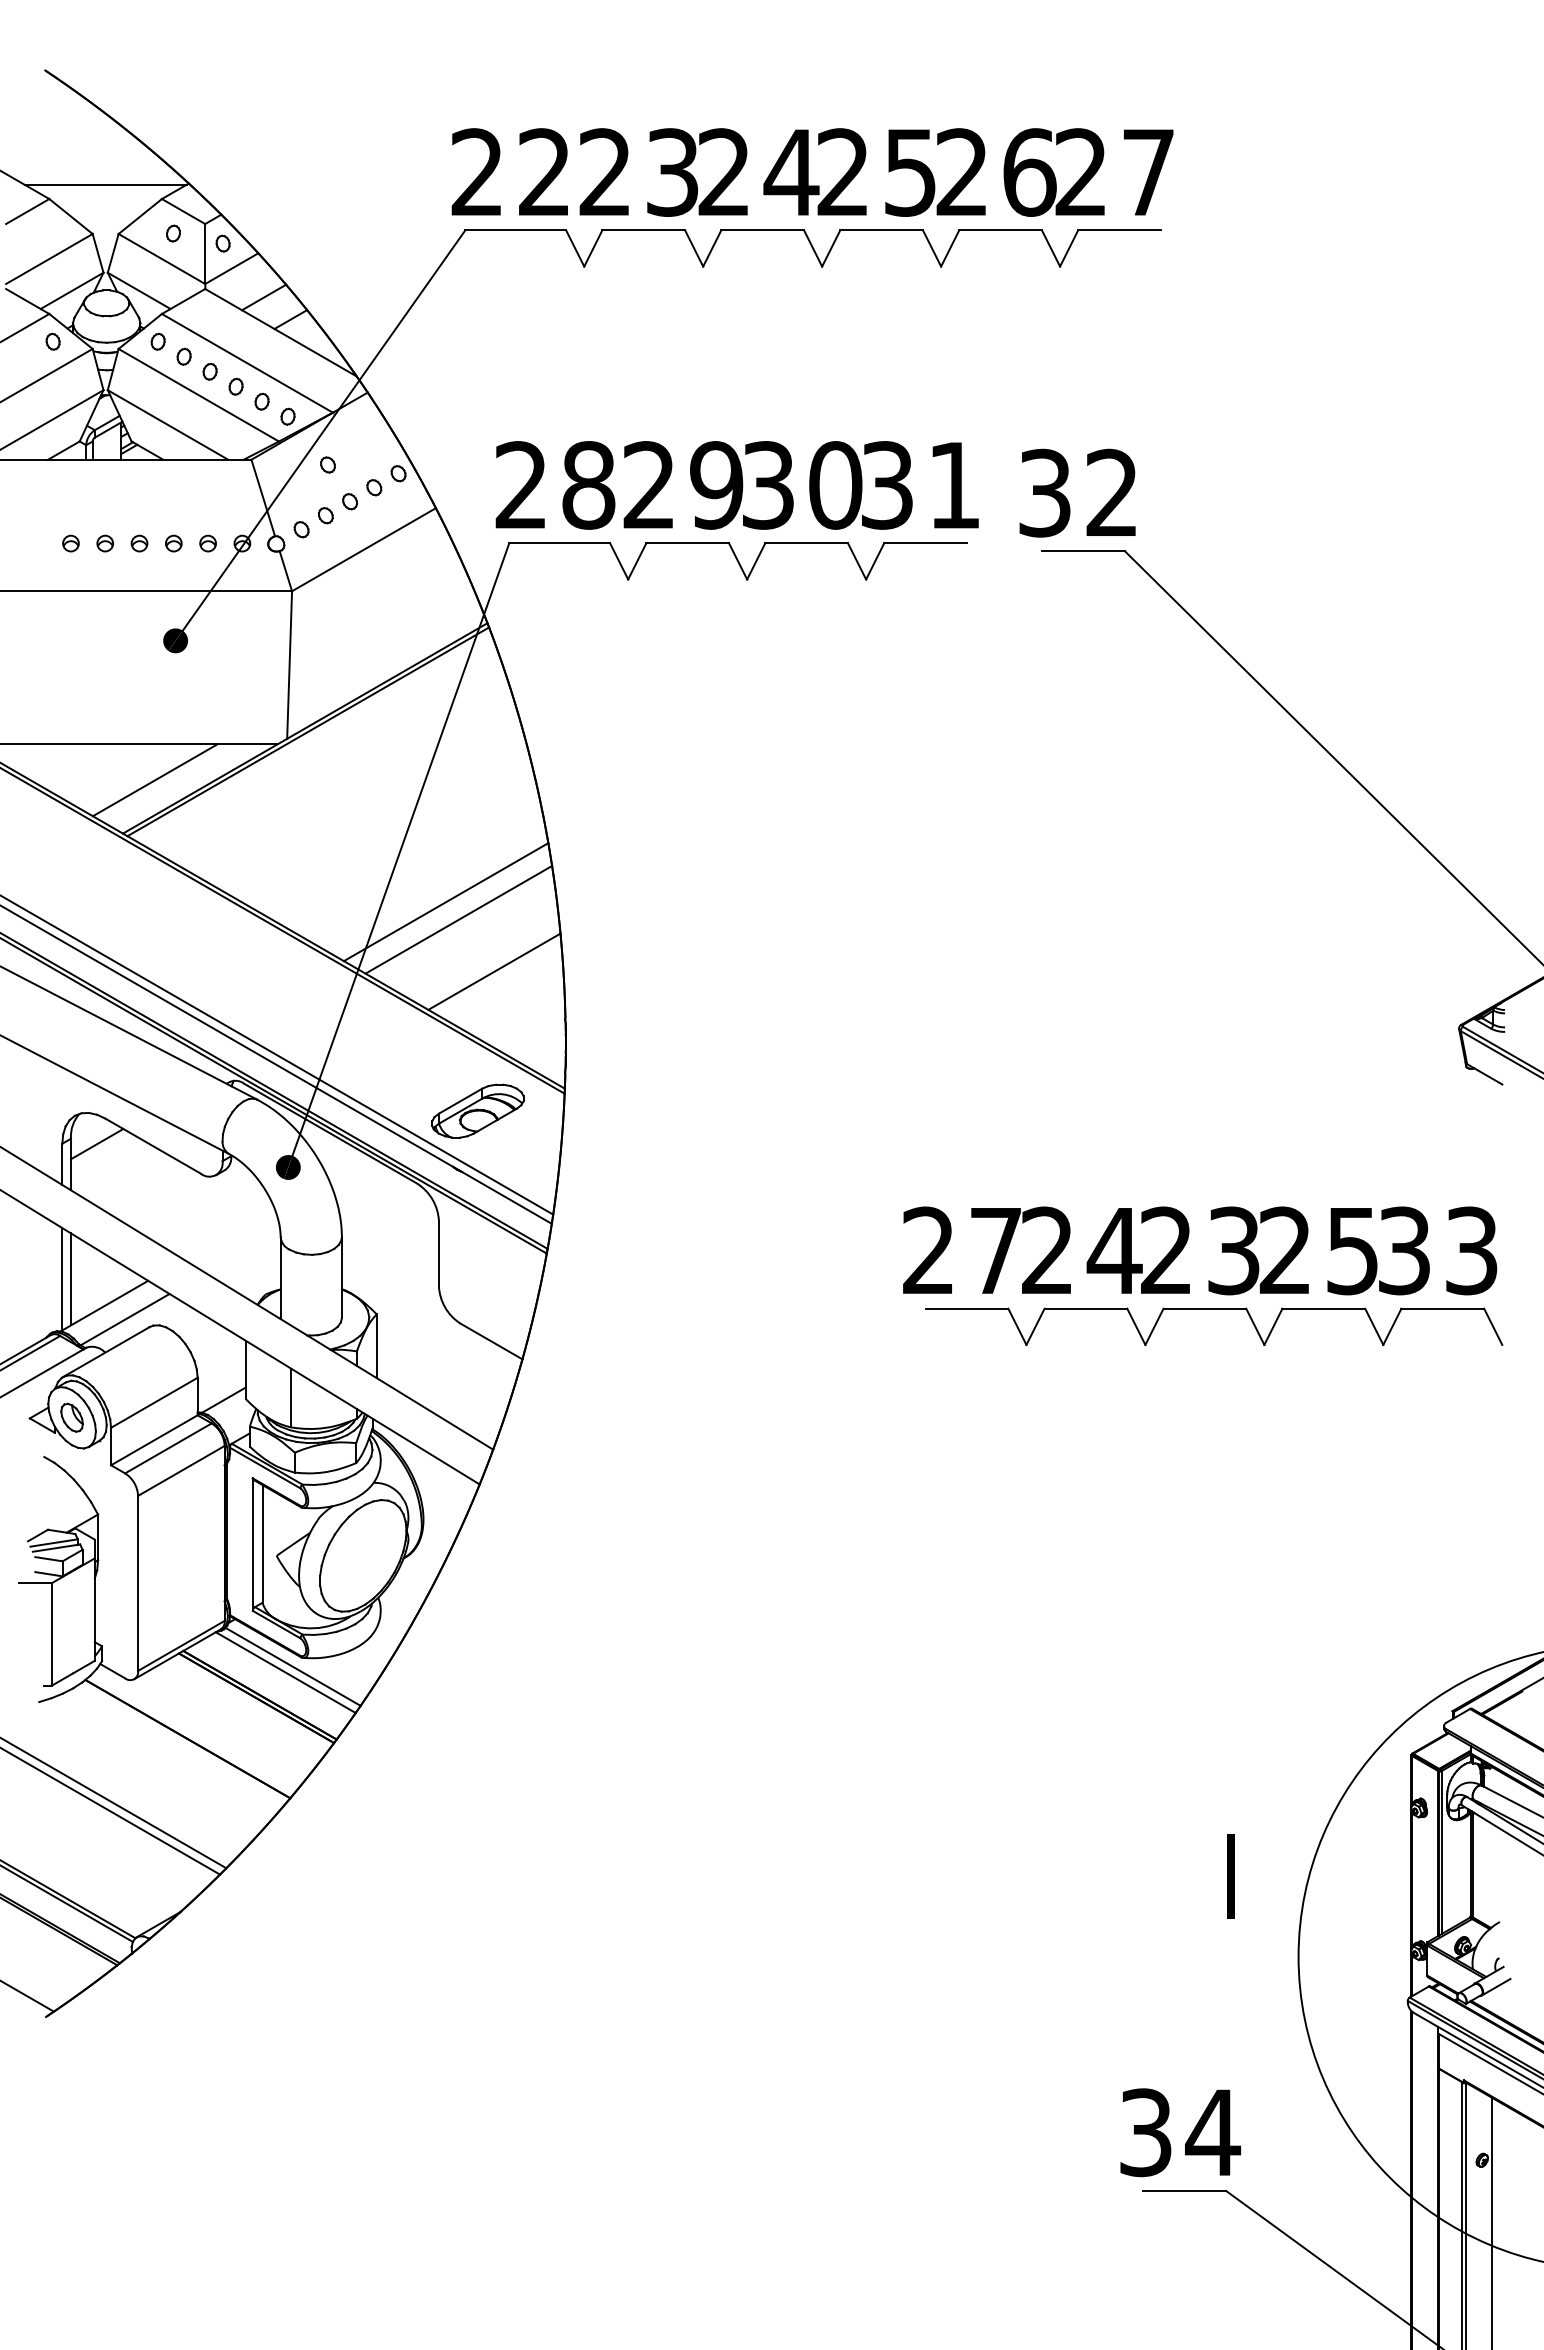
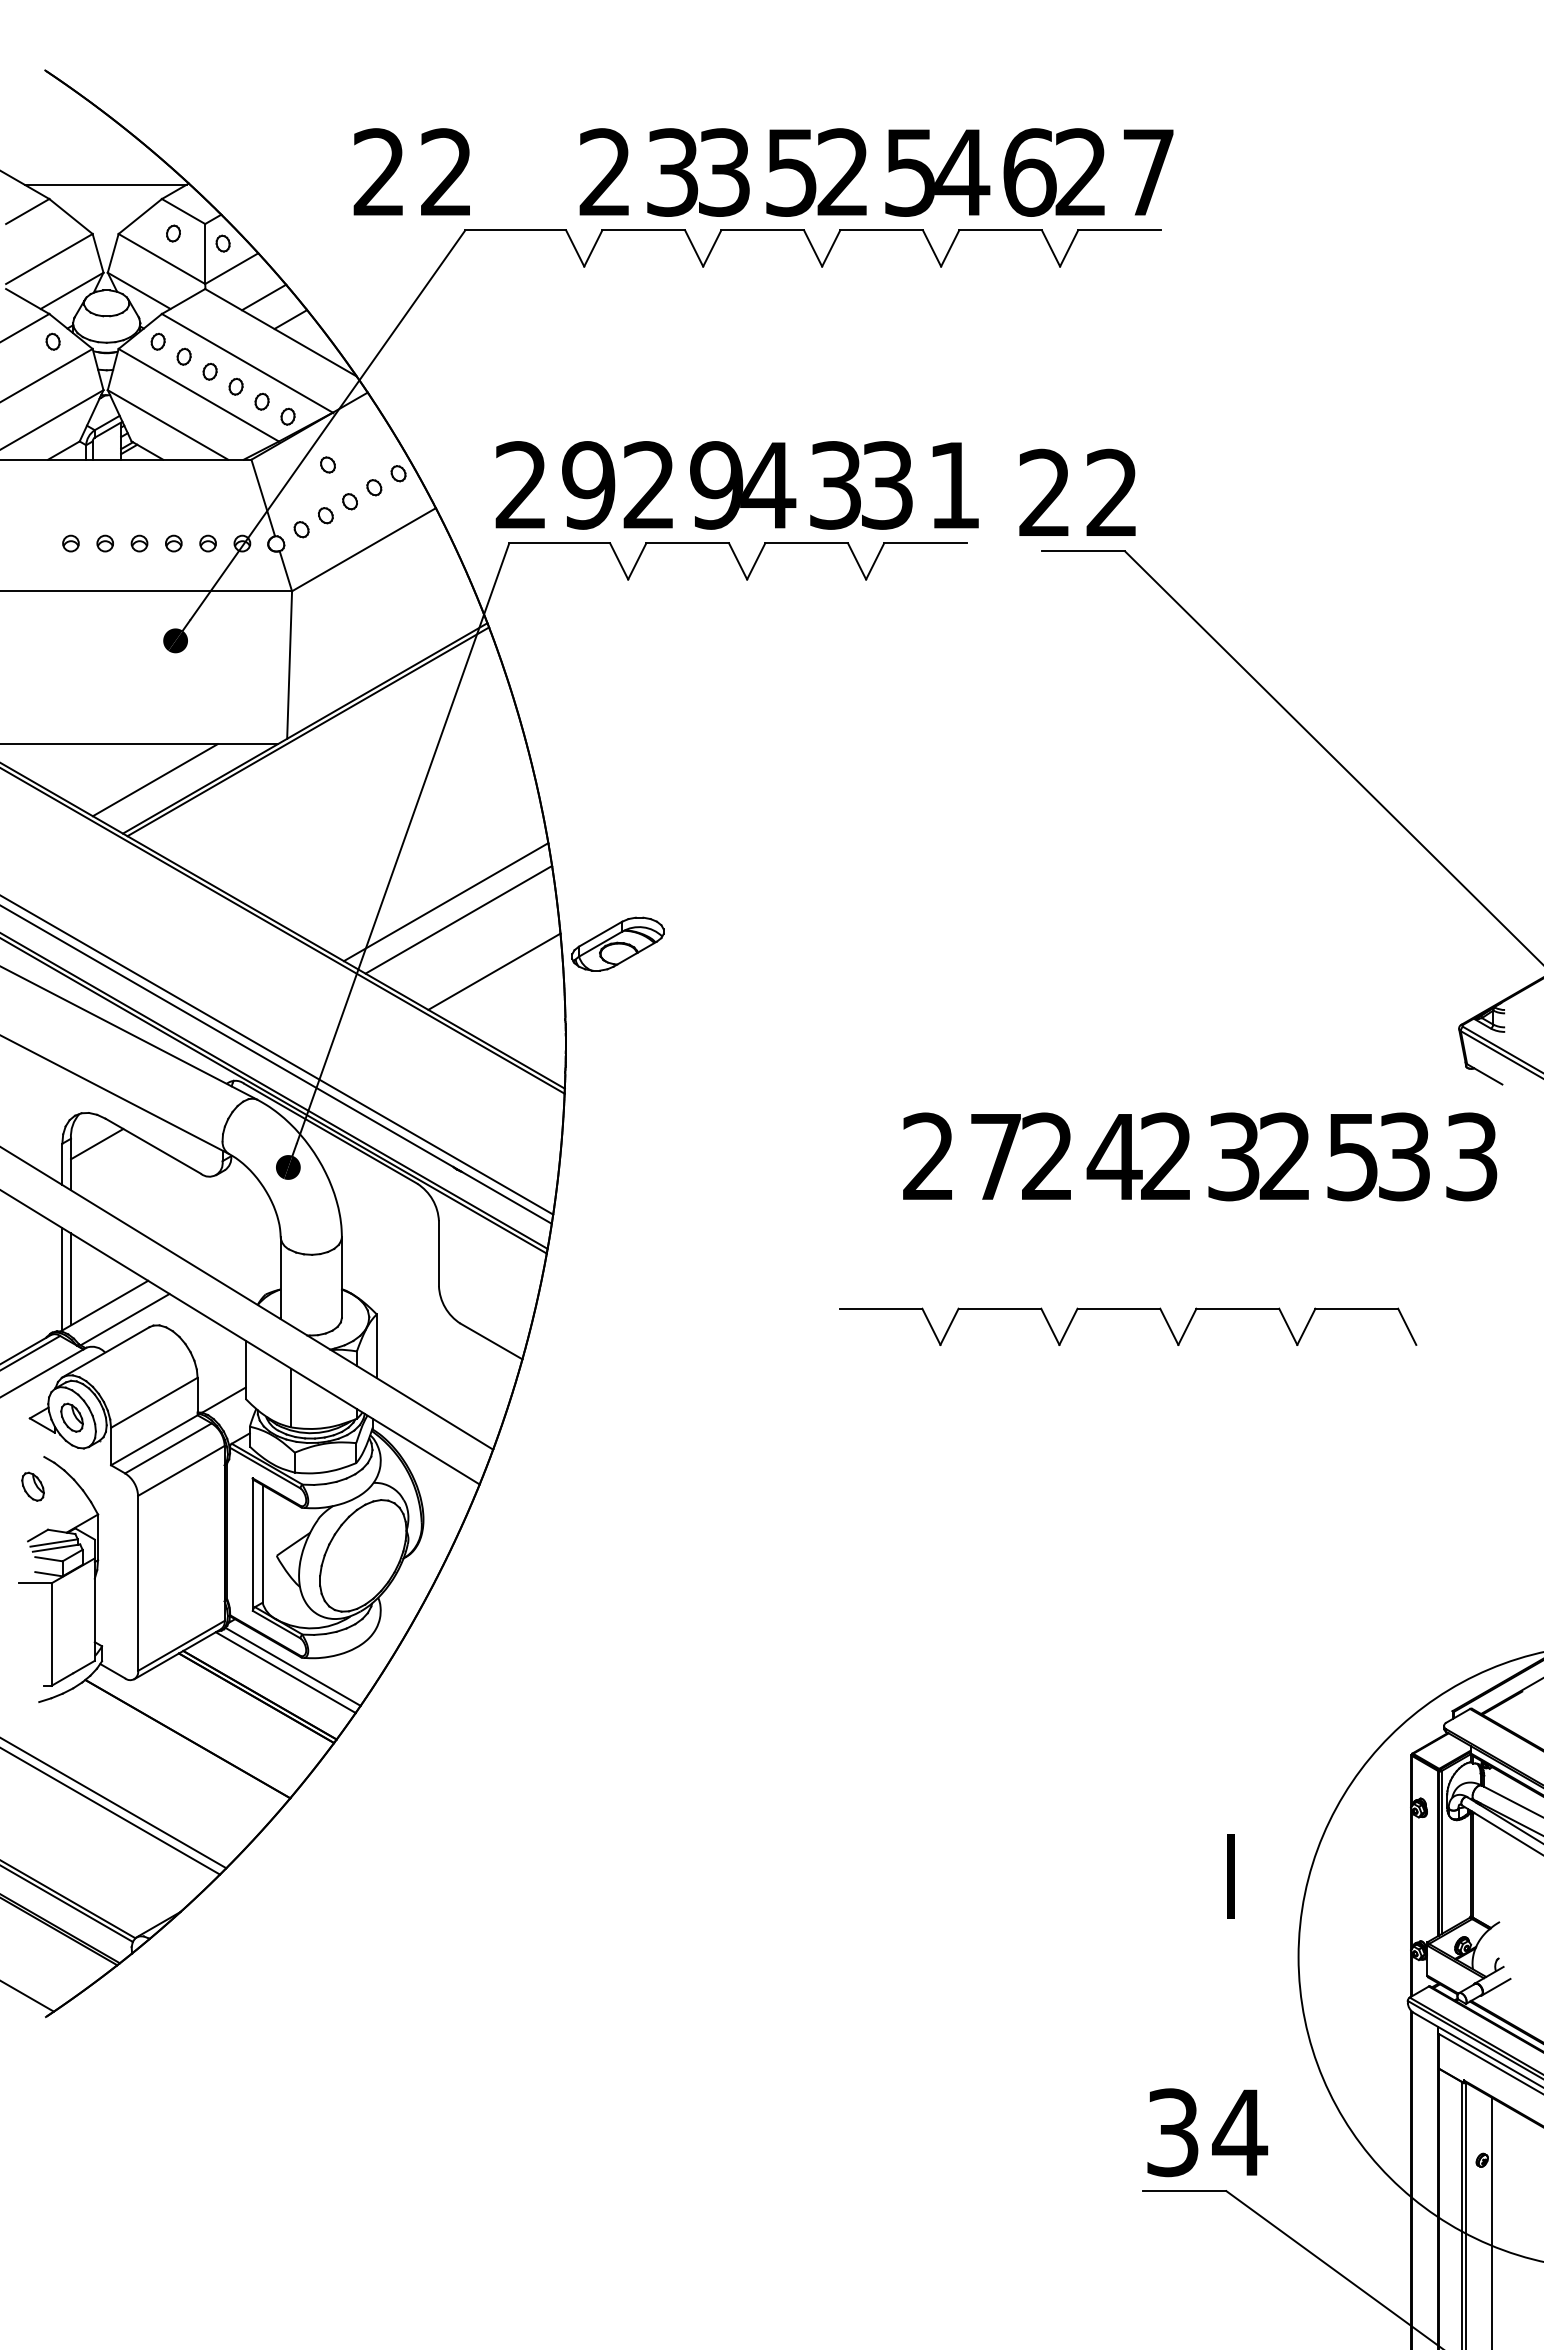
text at (509, 171) position: (509, 171) -> (411, 171)
text at (962, 171): 26 -> 46
text at (758, 172): 24 -> 35
text at (588, 485): 28 -> 29
text at (801, 485): 30 -> 43
text at (1044, 492): 32 -> 22
part at (477, 1110) position: (477, 1110) -> (617, 943)
text at (1200, 1250) position: (1200, 1250) -> (1200, 1156)
part at (1214, 1309) position: (1214, 1309) -> (1128, 1309)
part at (32, 1486): none -> present
text at (1180, 2132) position: (1180, 2132) -> (1207, 2132)
